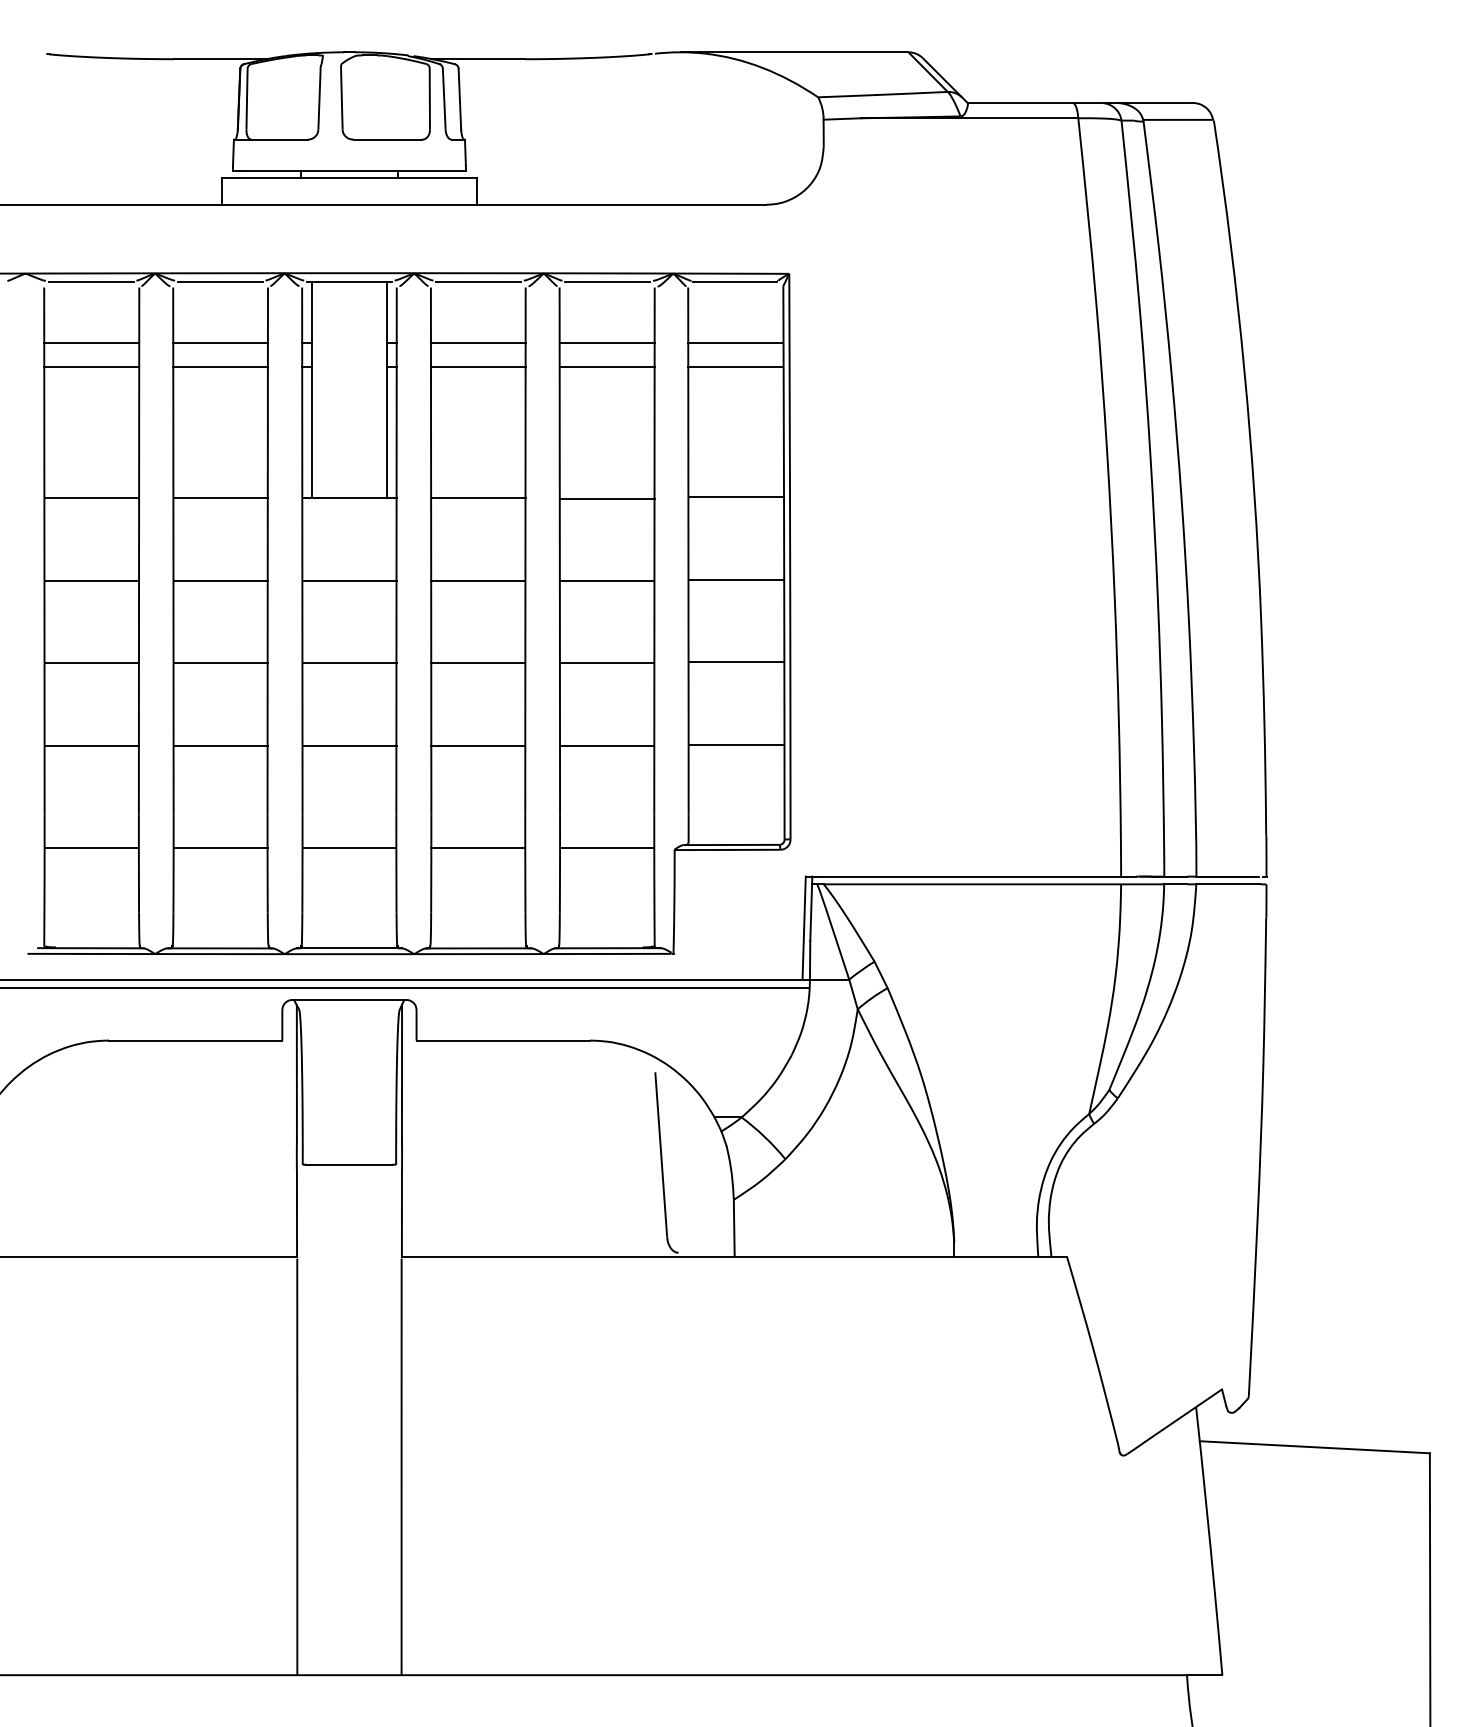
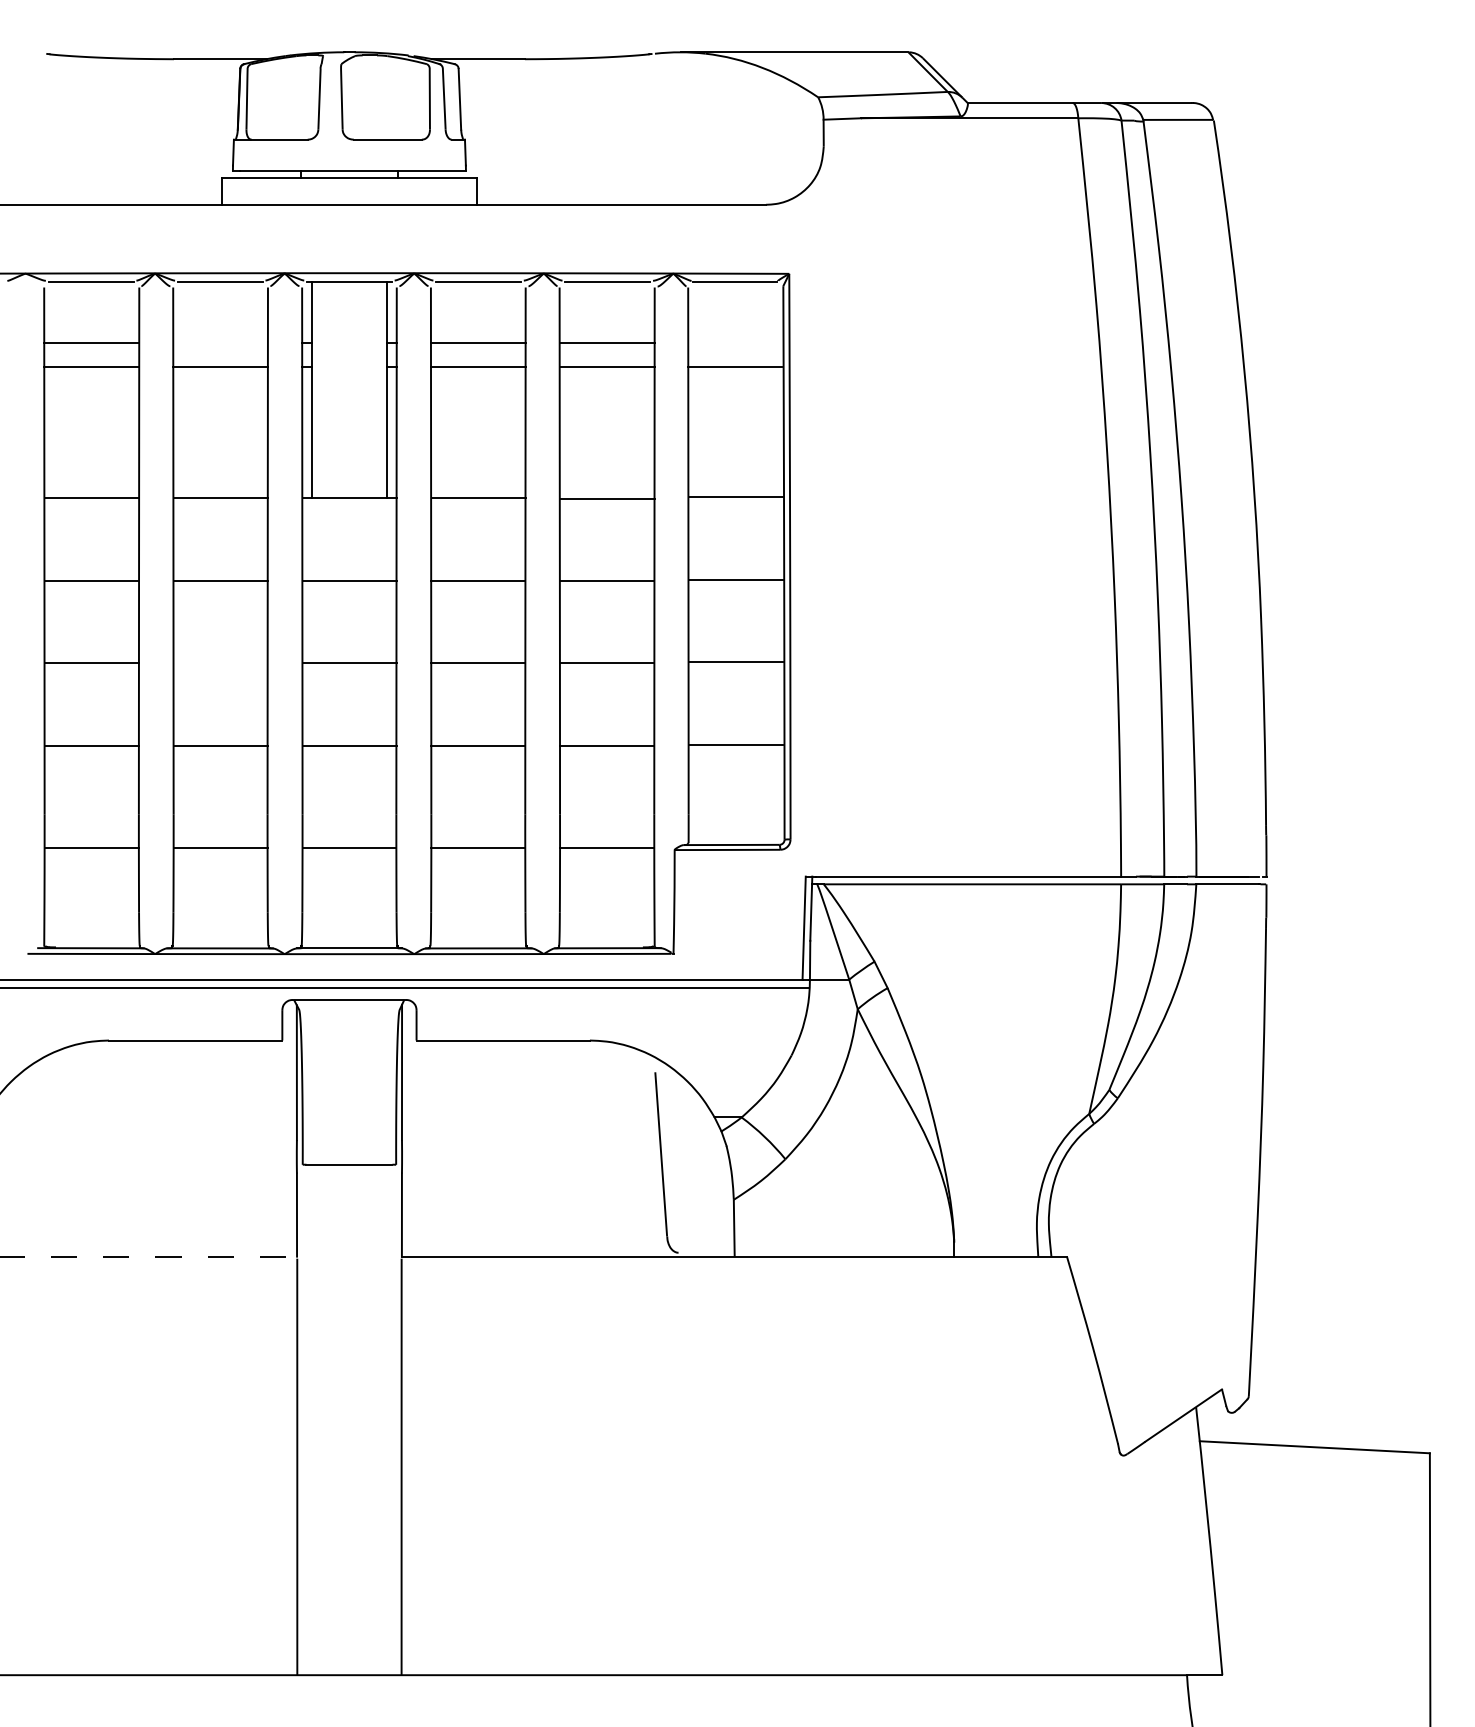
line at (220, 343): present -> none
line at (735, 343): present -> none
line at (220, 663): present -> none
line at (148, 1256): solid -> dashed
